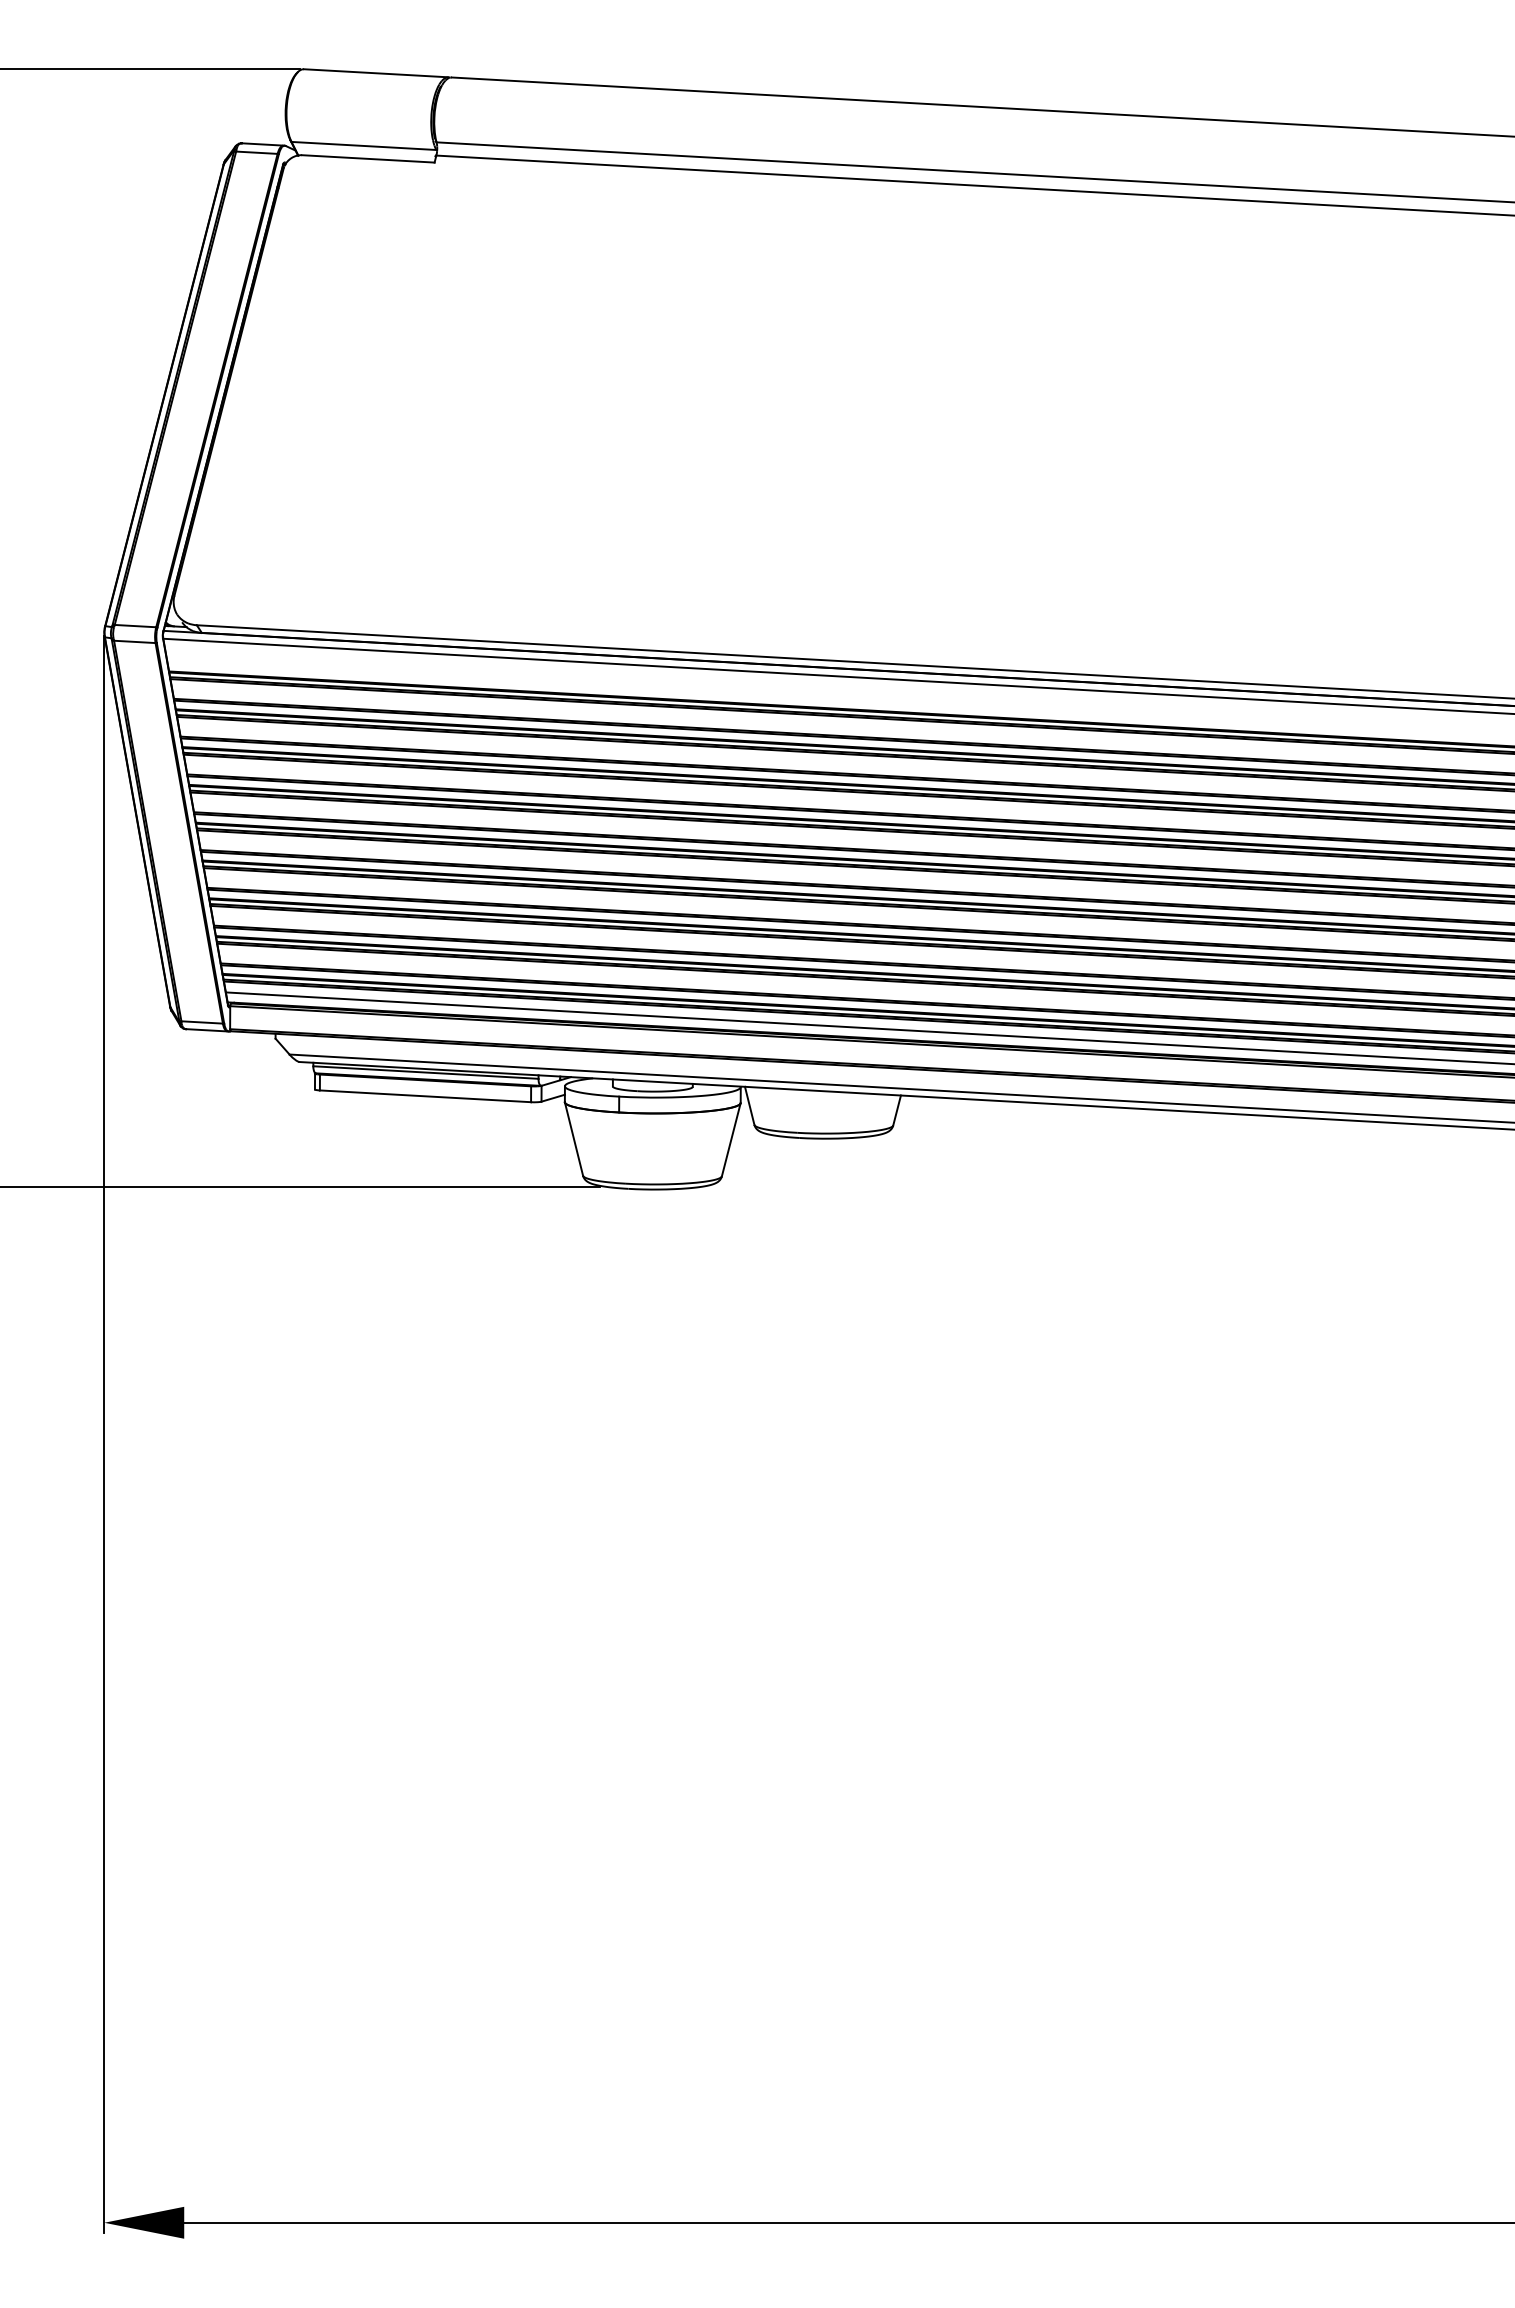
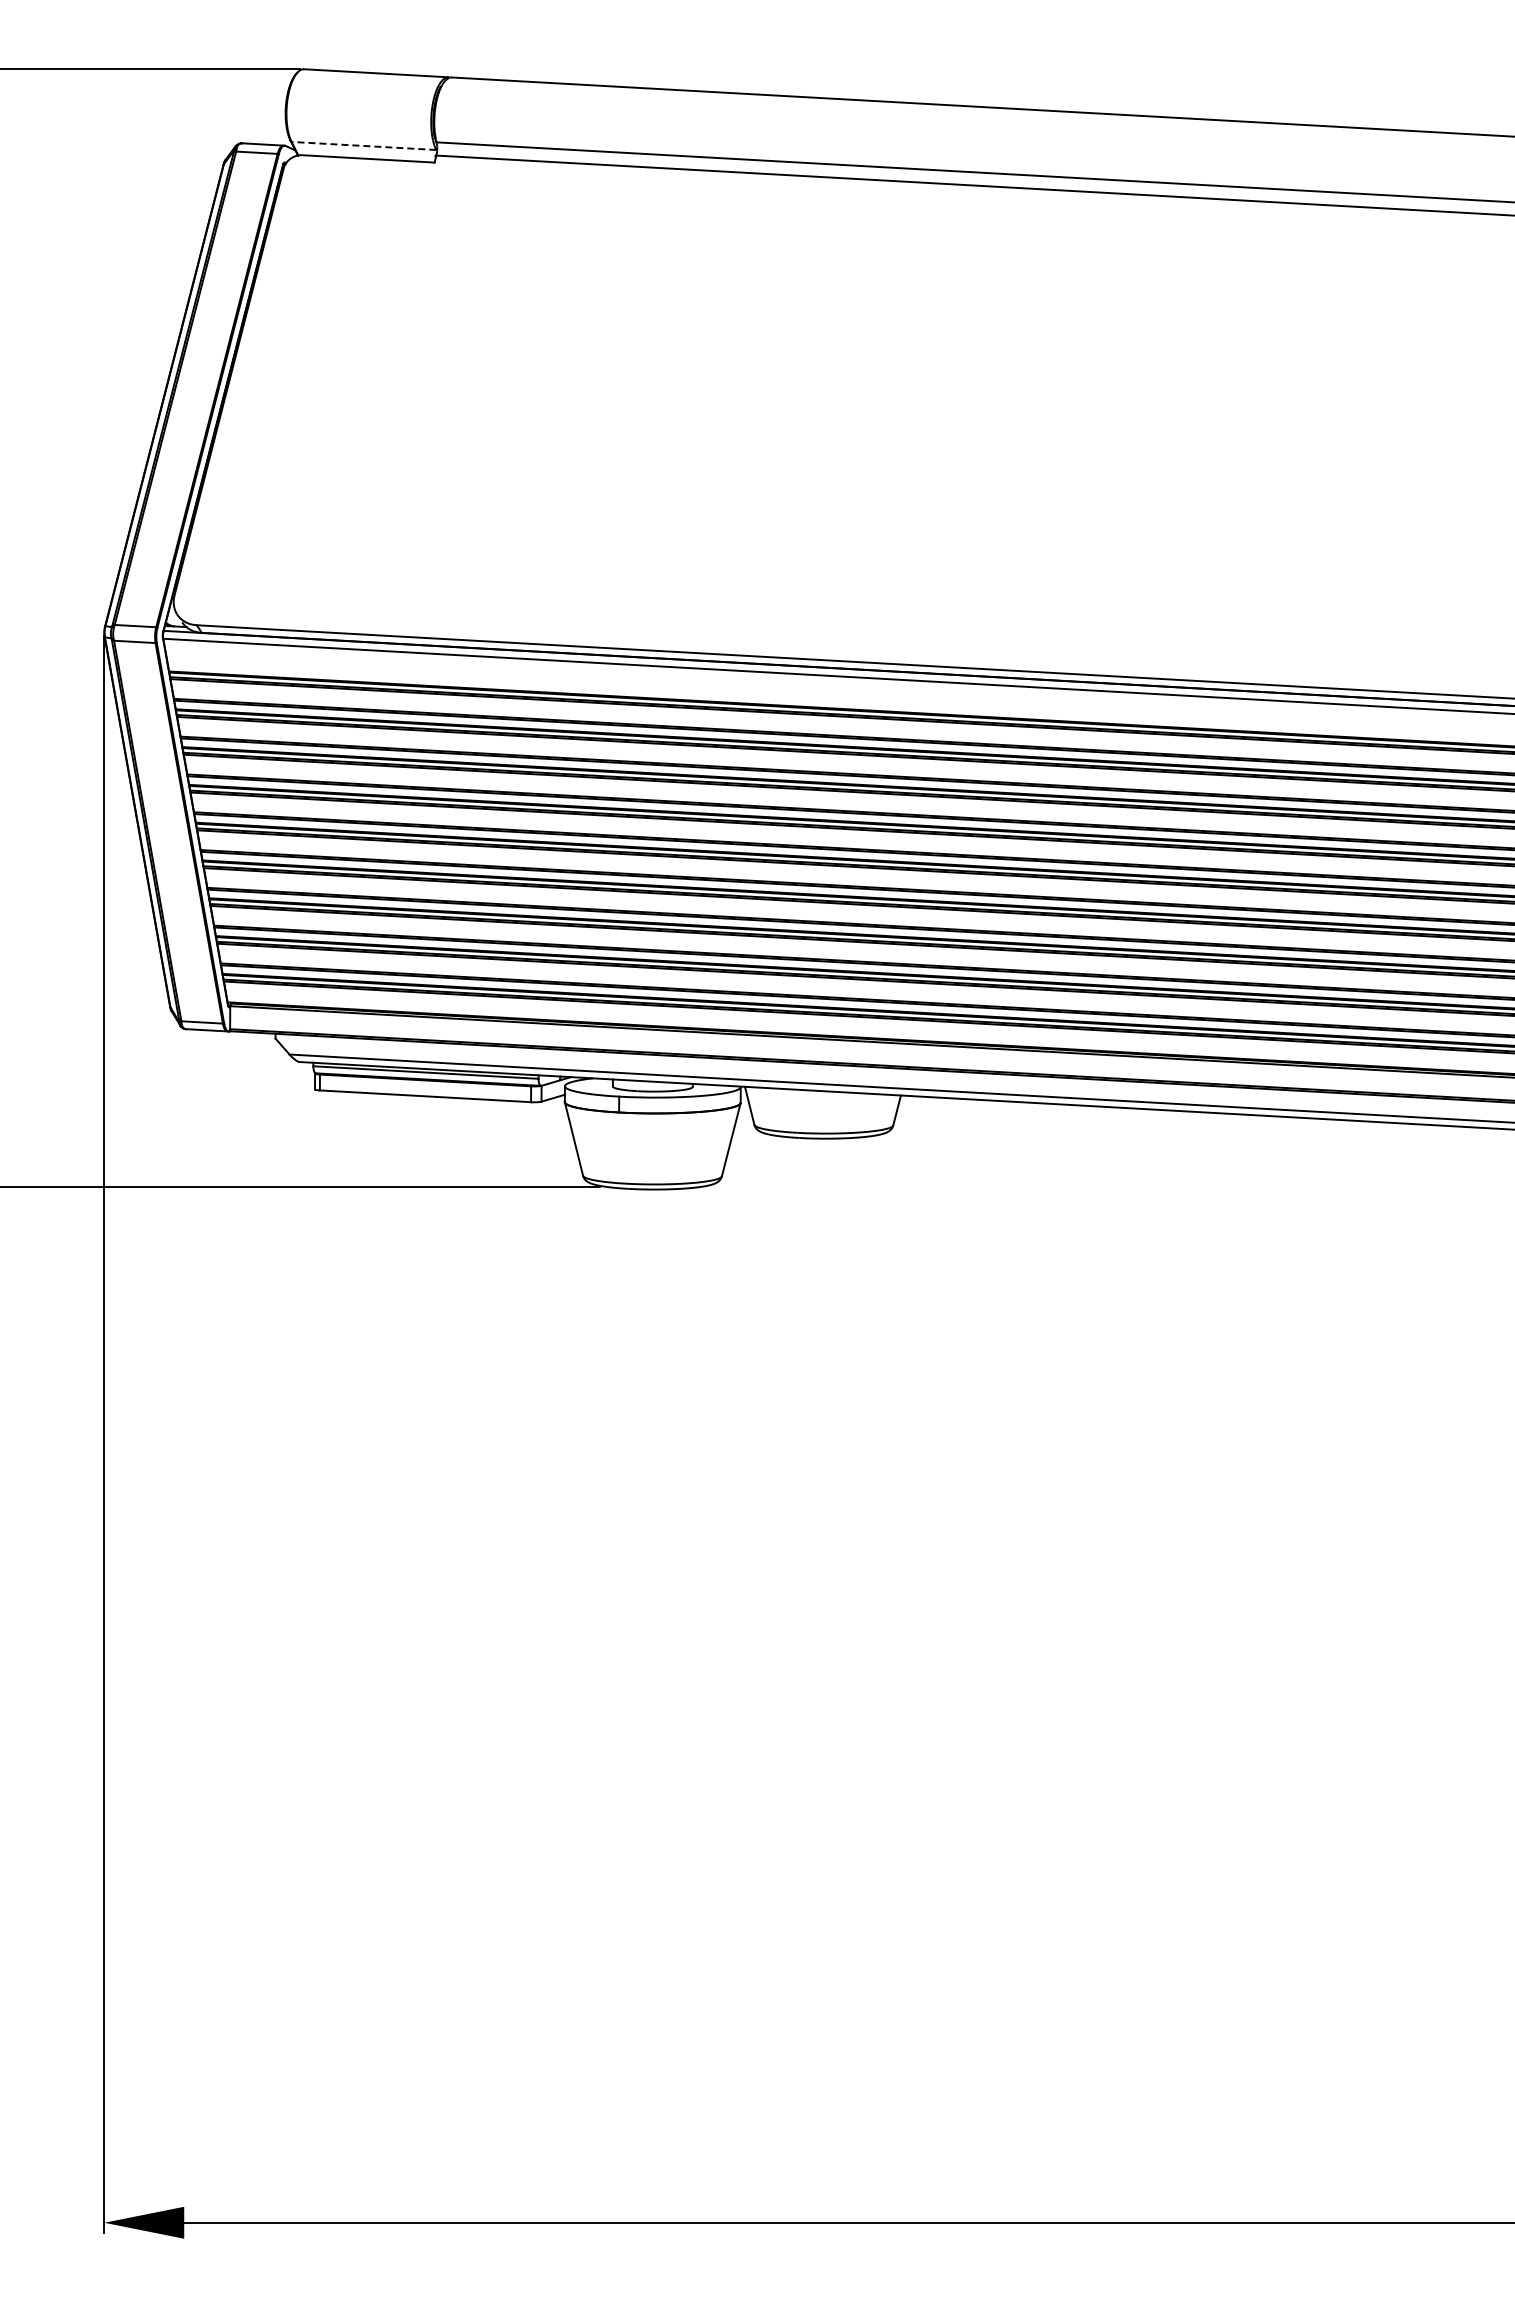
line at (363, 145): solid -> dashed
line at (868, 1028): present -> none
